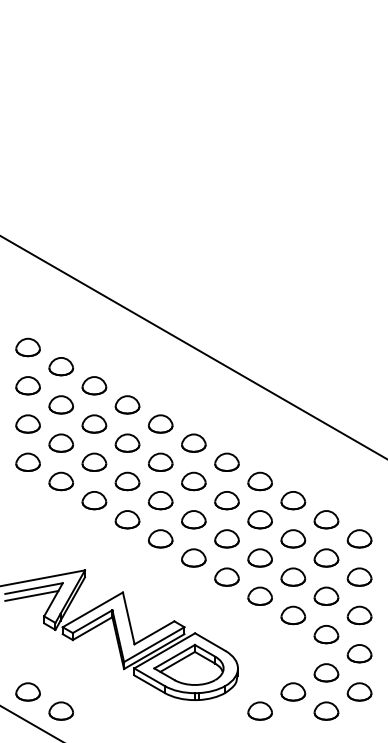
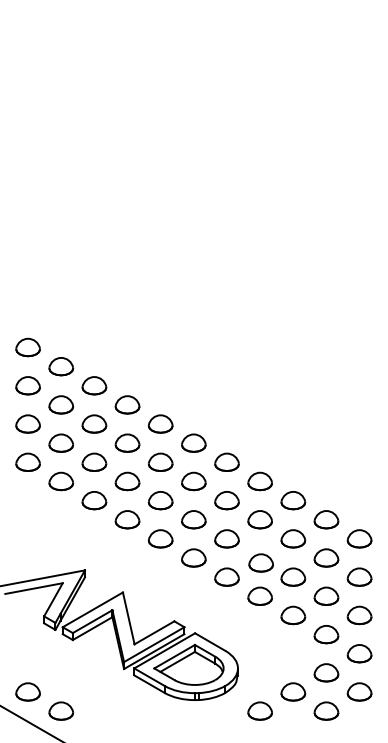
line at (193, 347): present -> none
part at (259, 557) position: (259, 557) -> (260, 562)
line at (31, 595): present -> none
